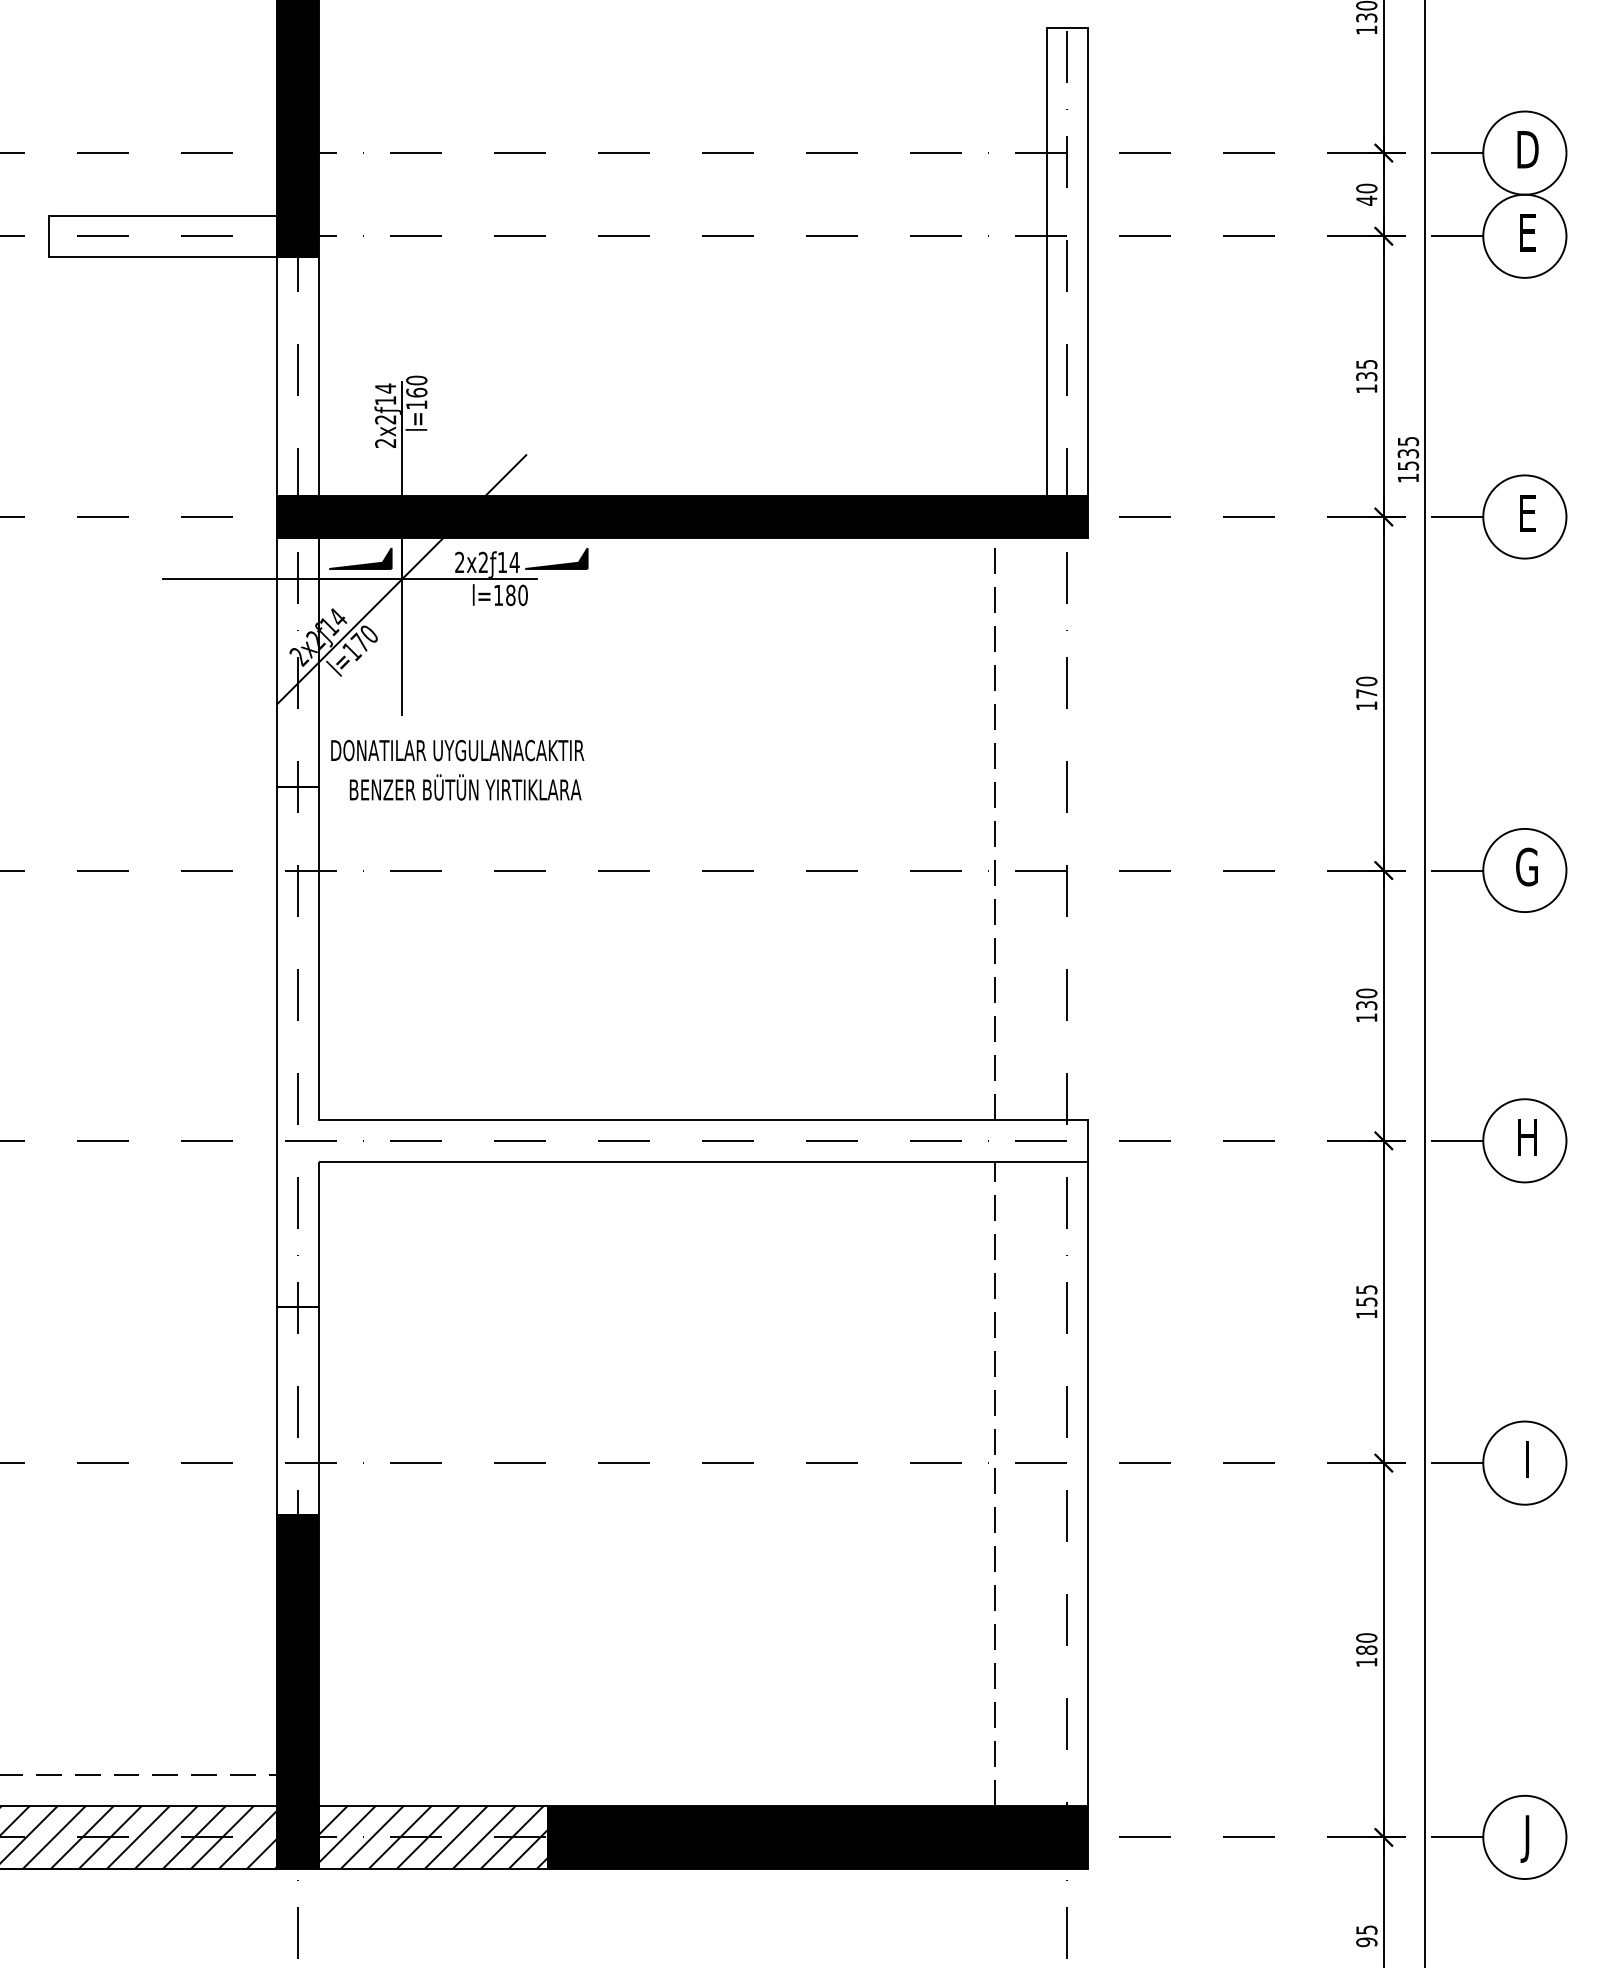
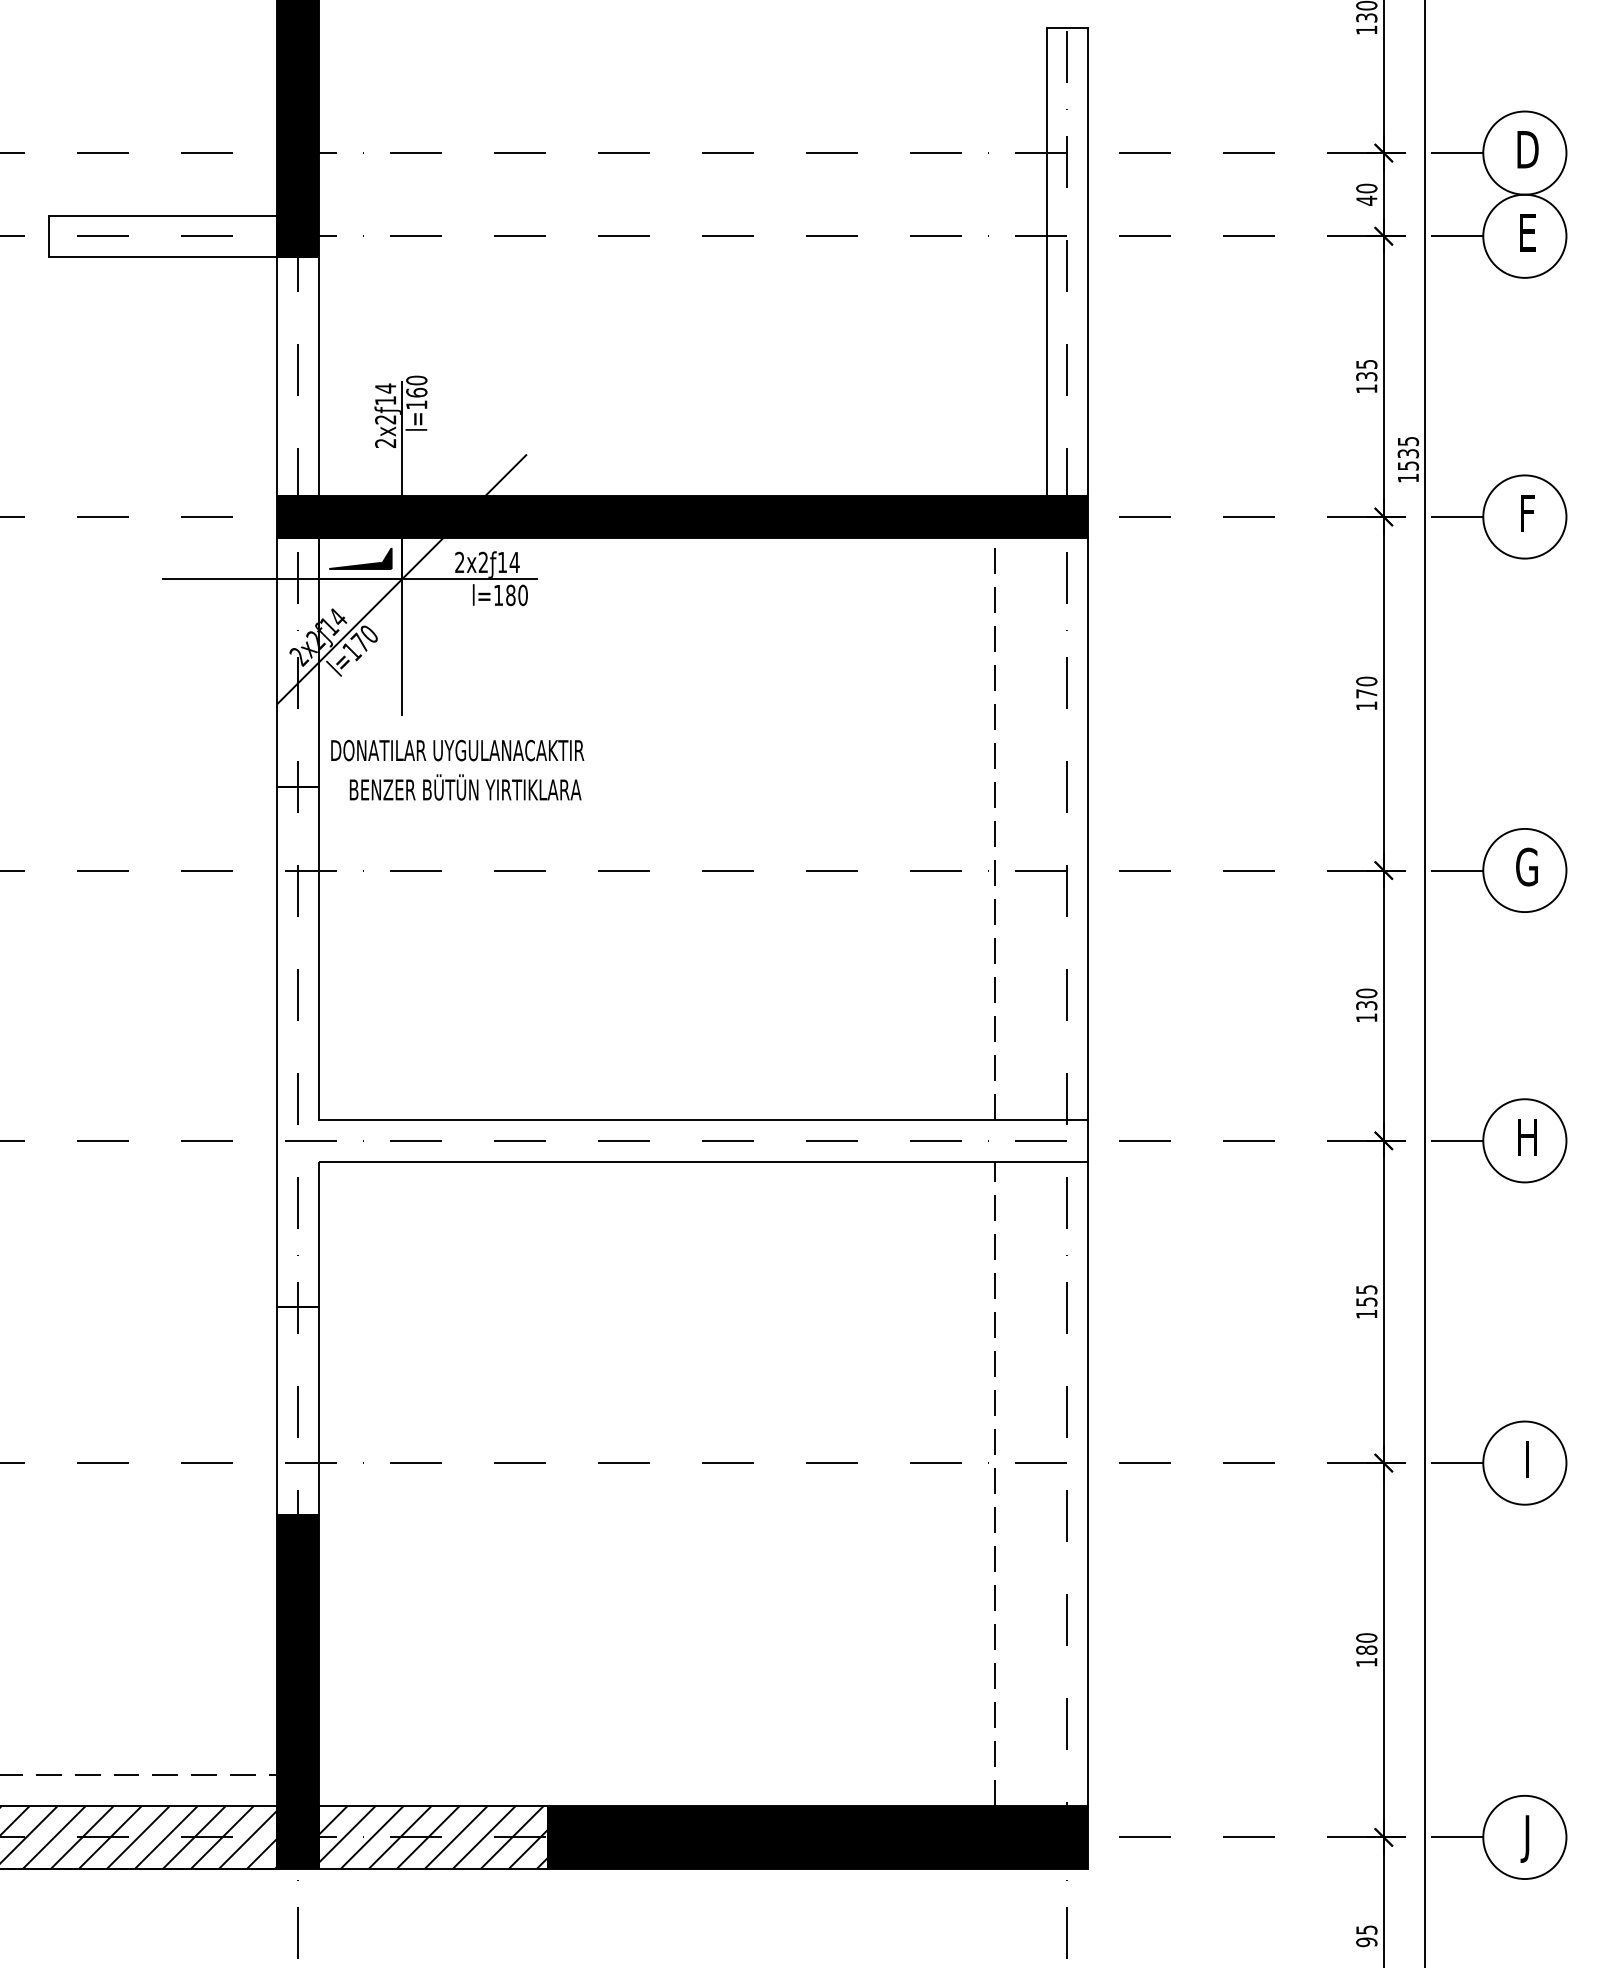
text at (1527, 513): E -> F
part at (556, 558): present -> none
line at (1088, 828): none -> present
